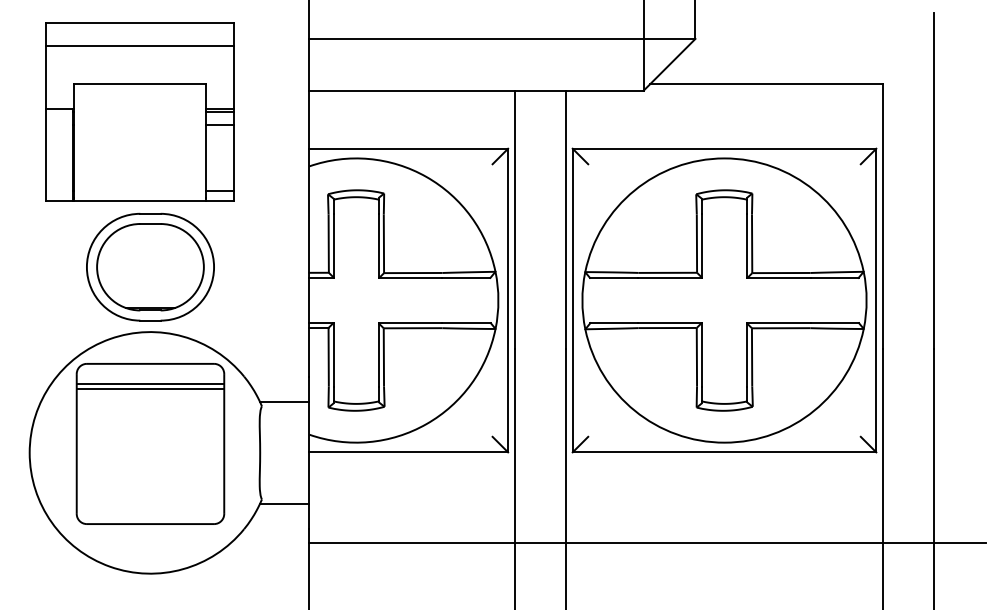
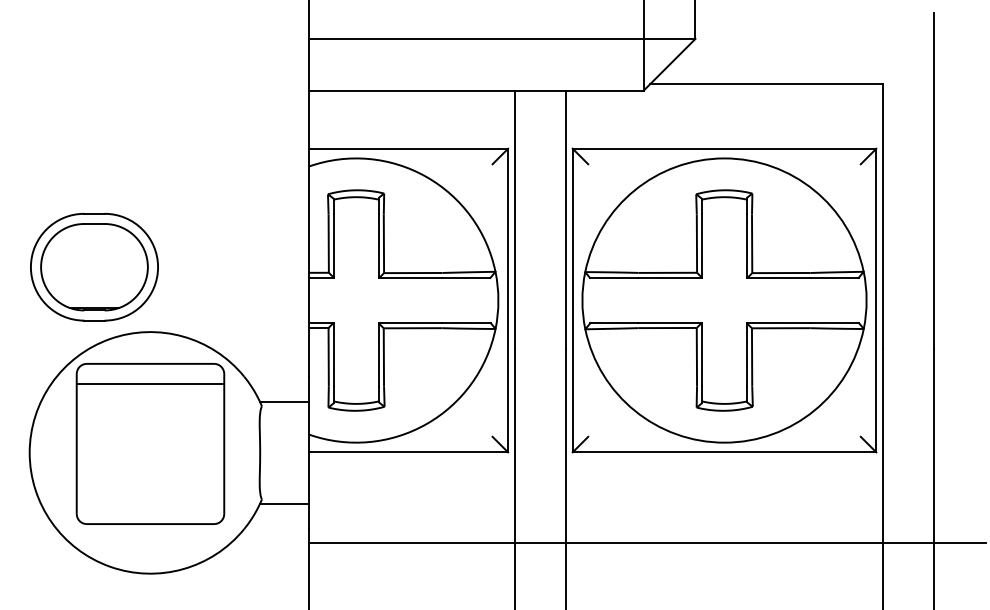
part at (139, 111): present -> none
part at (150, 266) position: (150, 266) -> (94, 266)
line at (150, 388): present -> none
